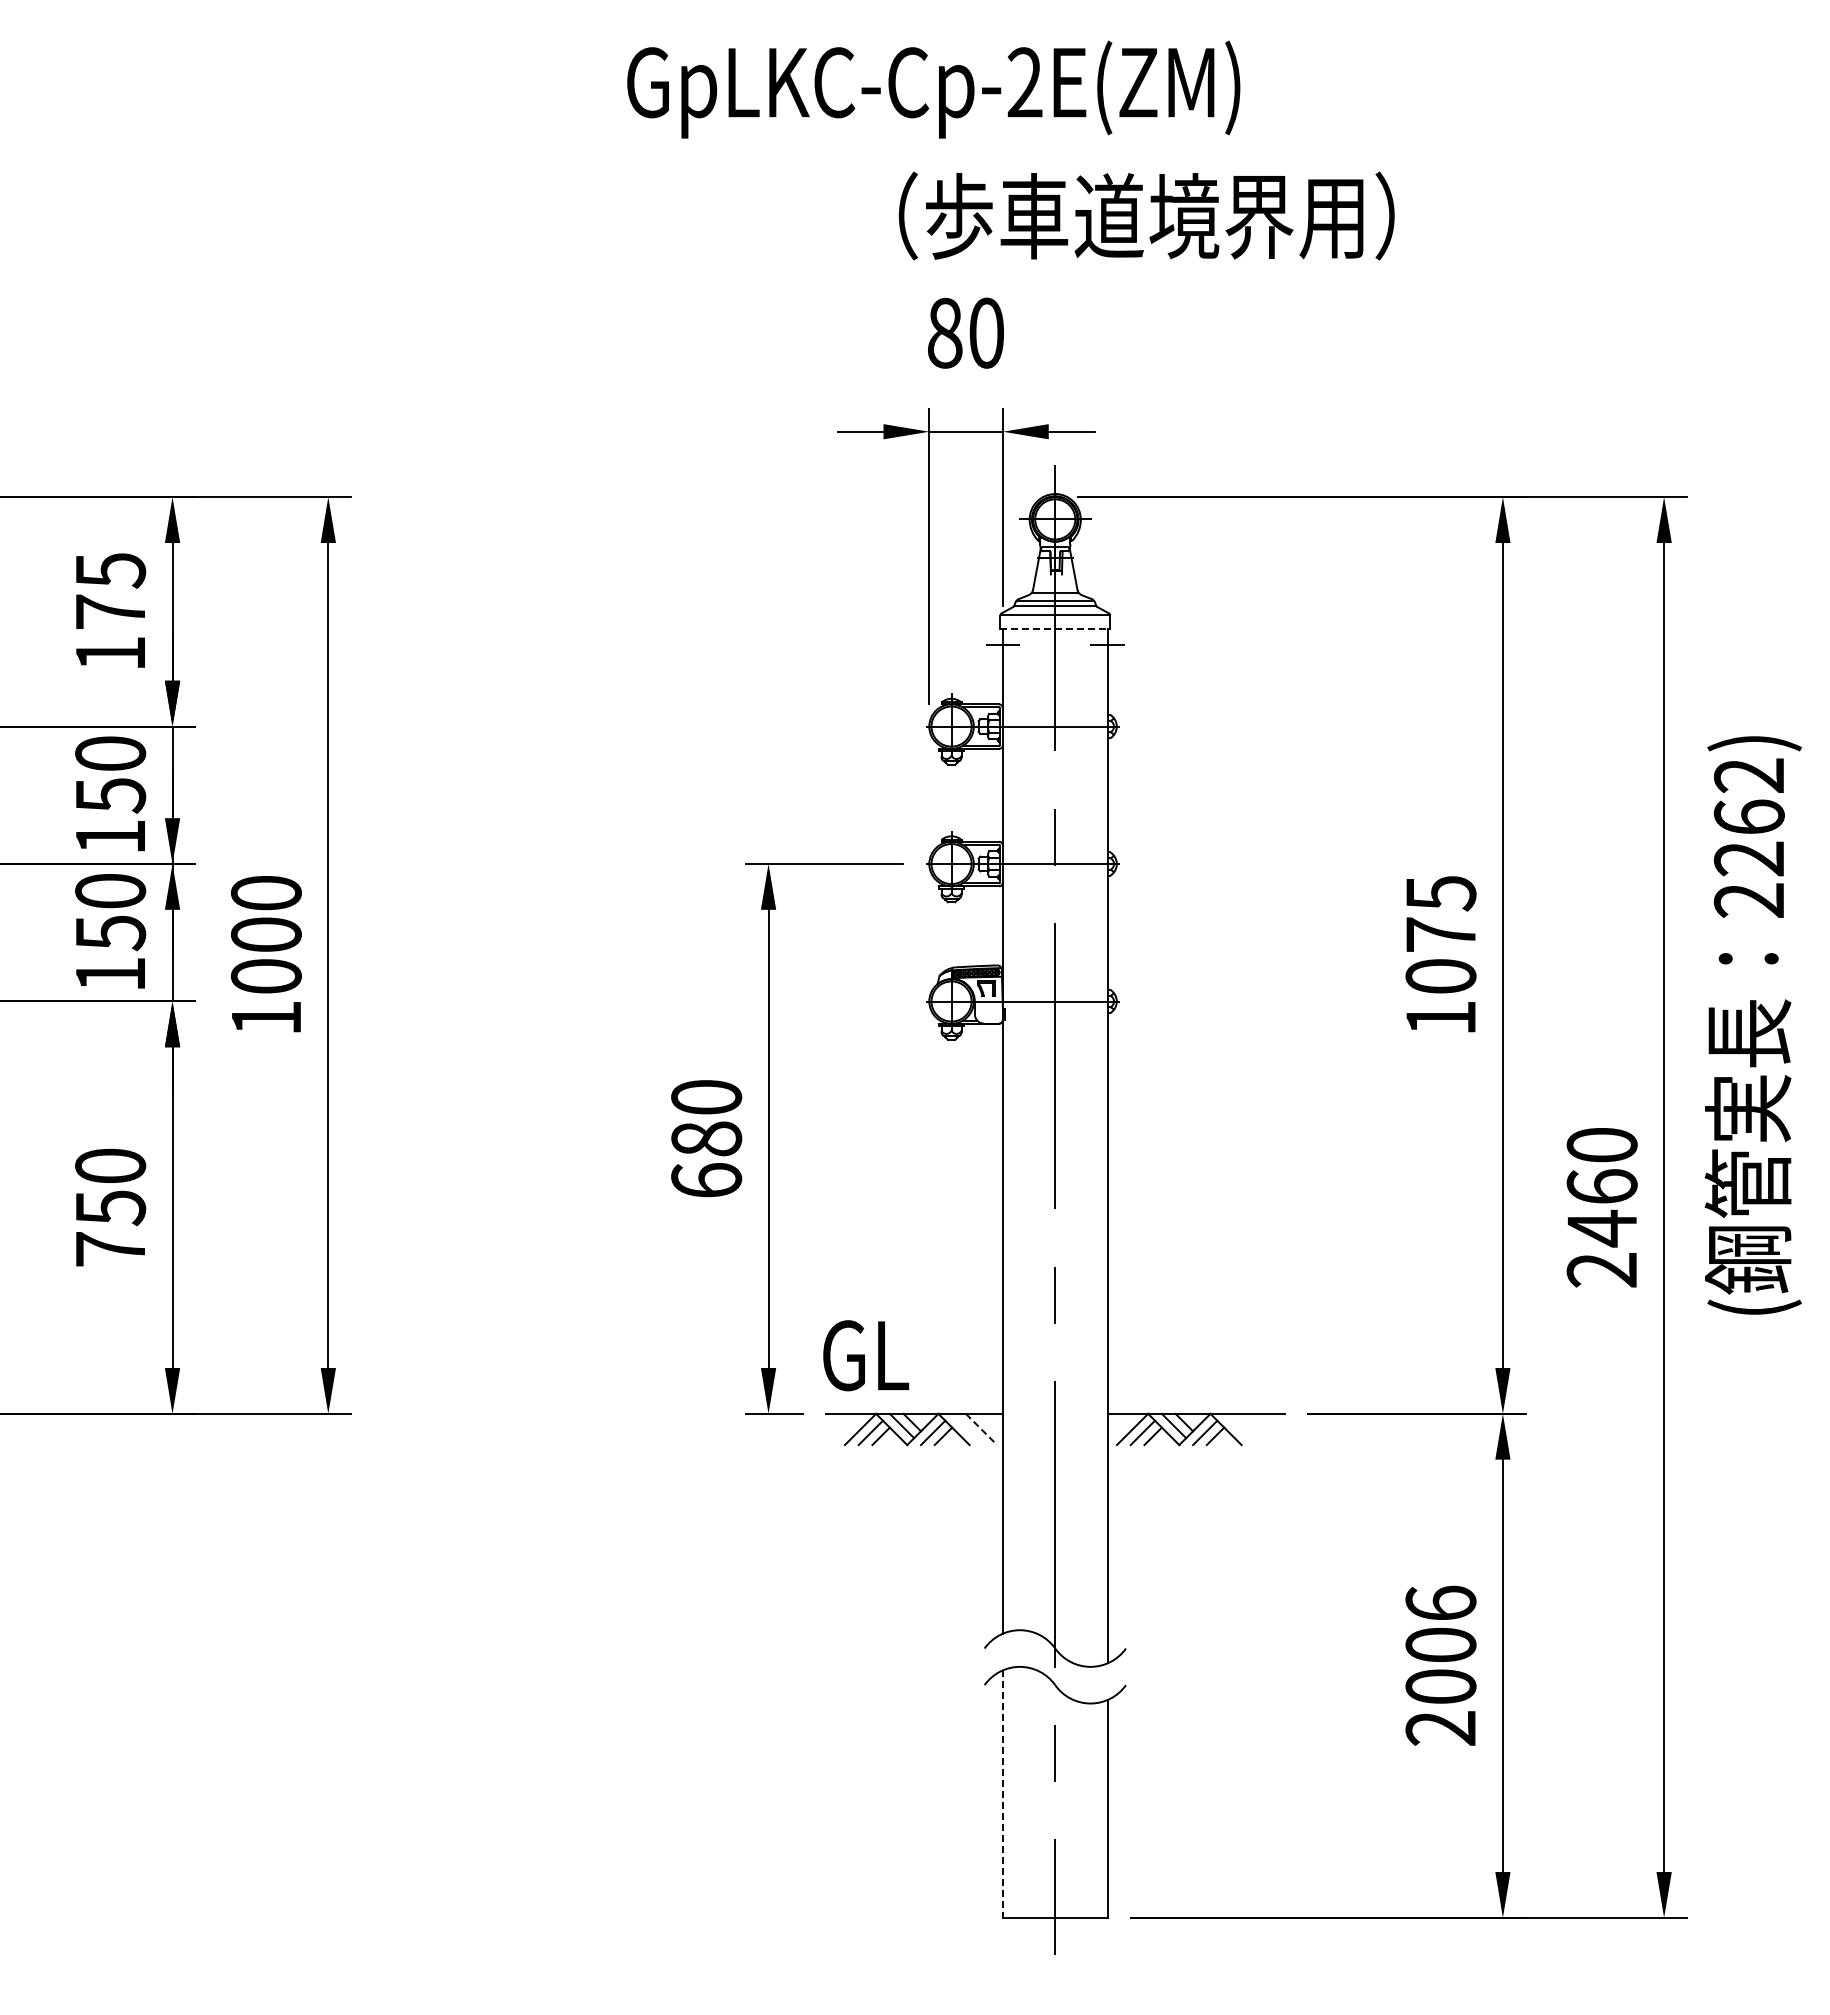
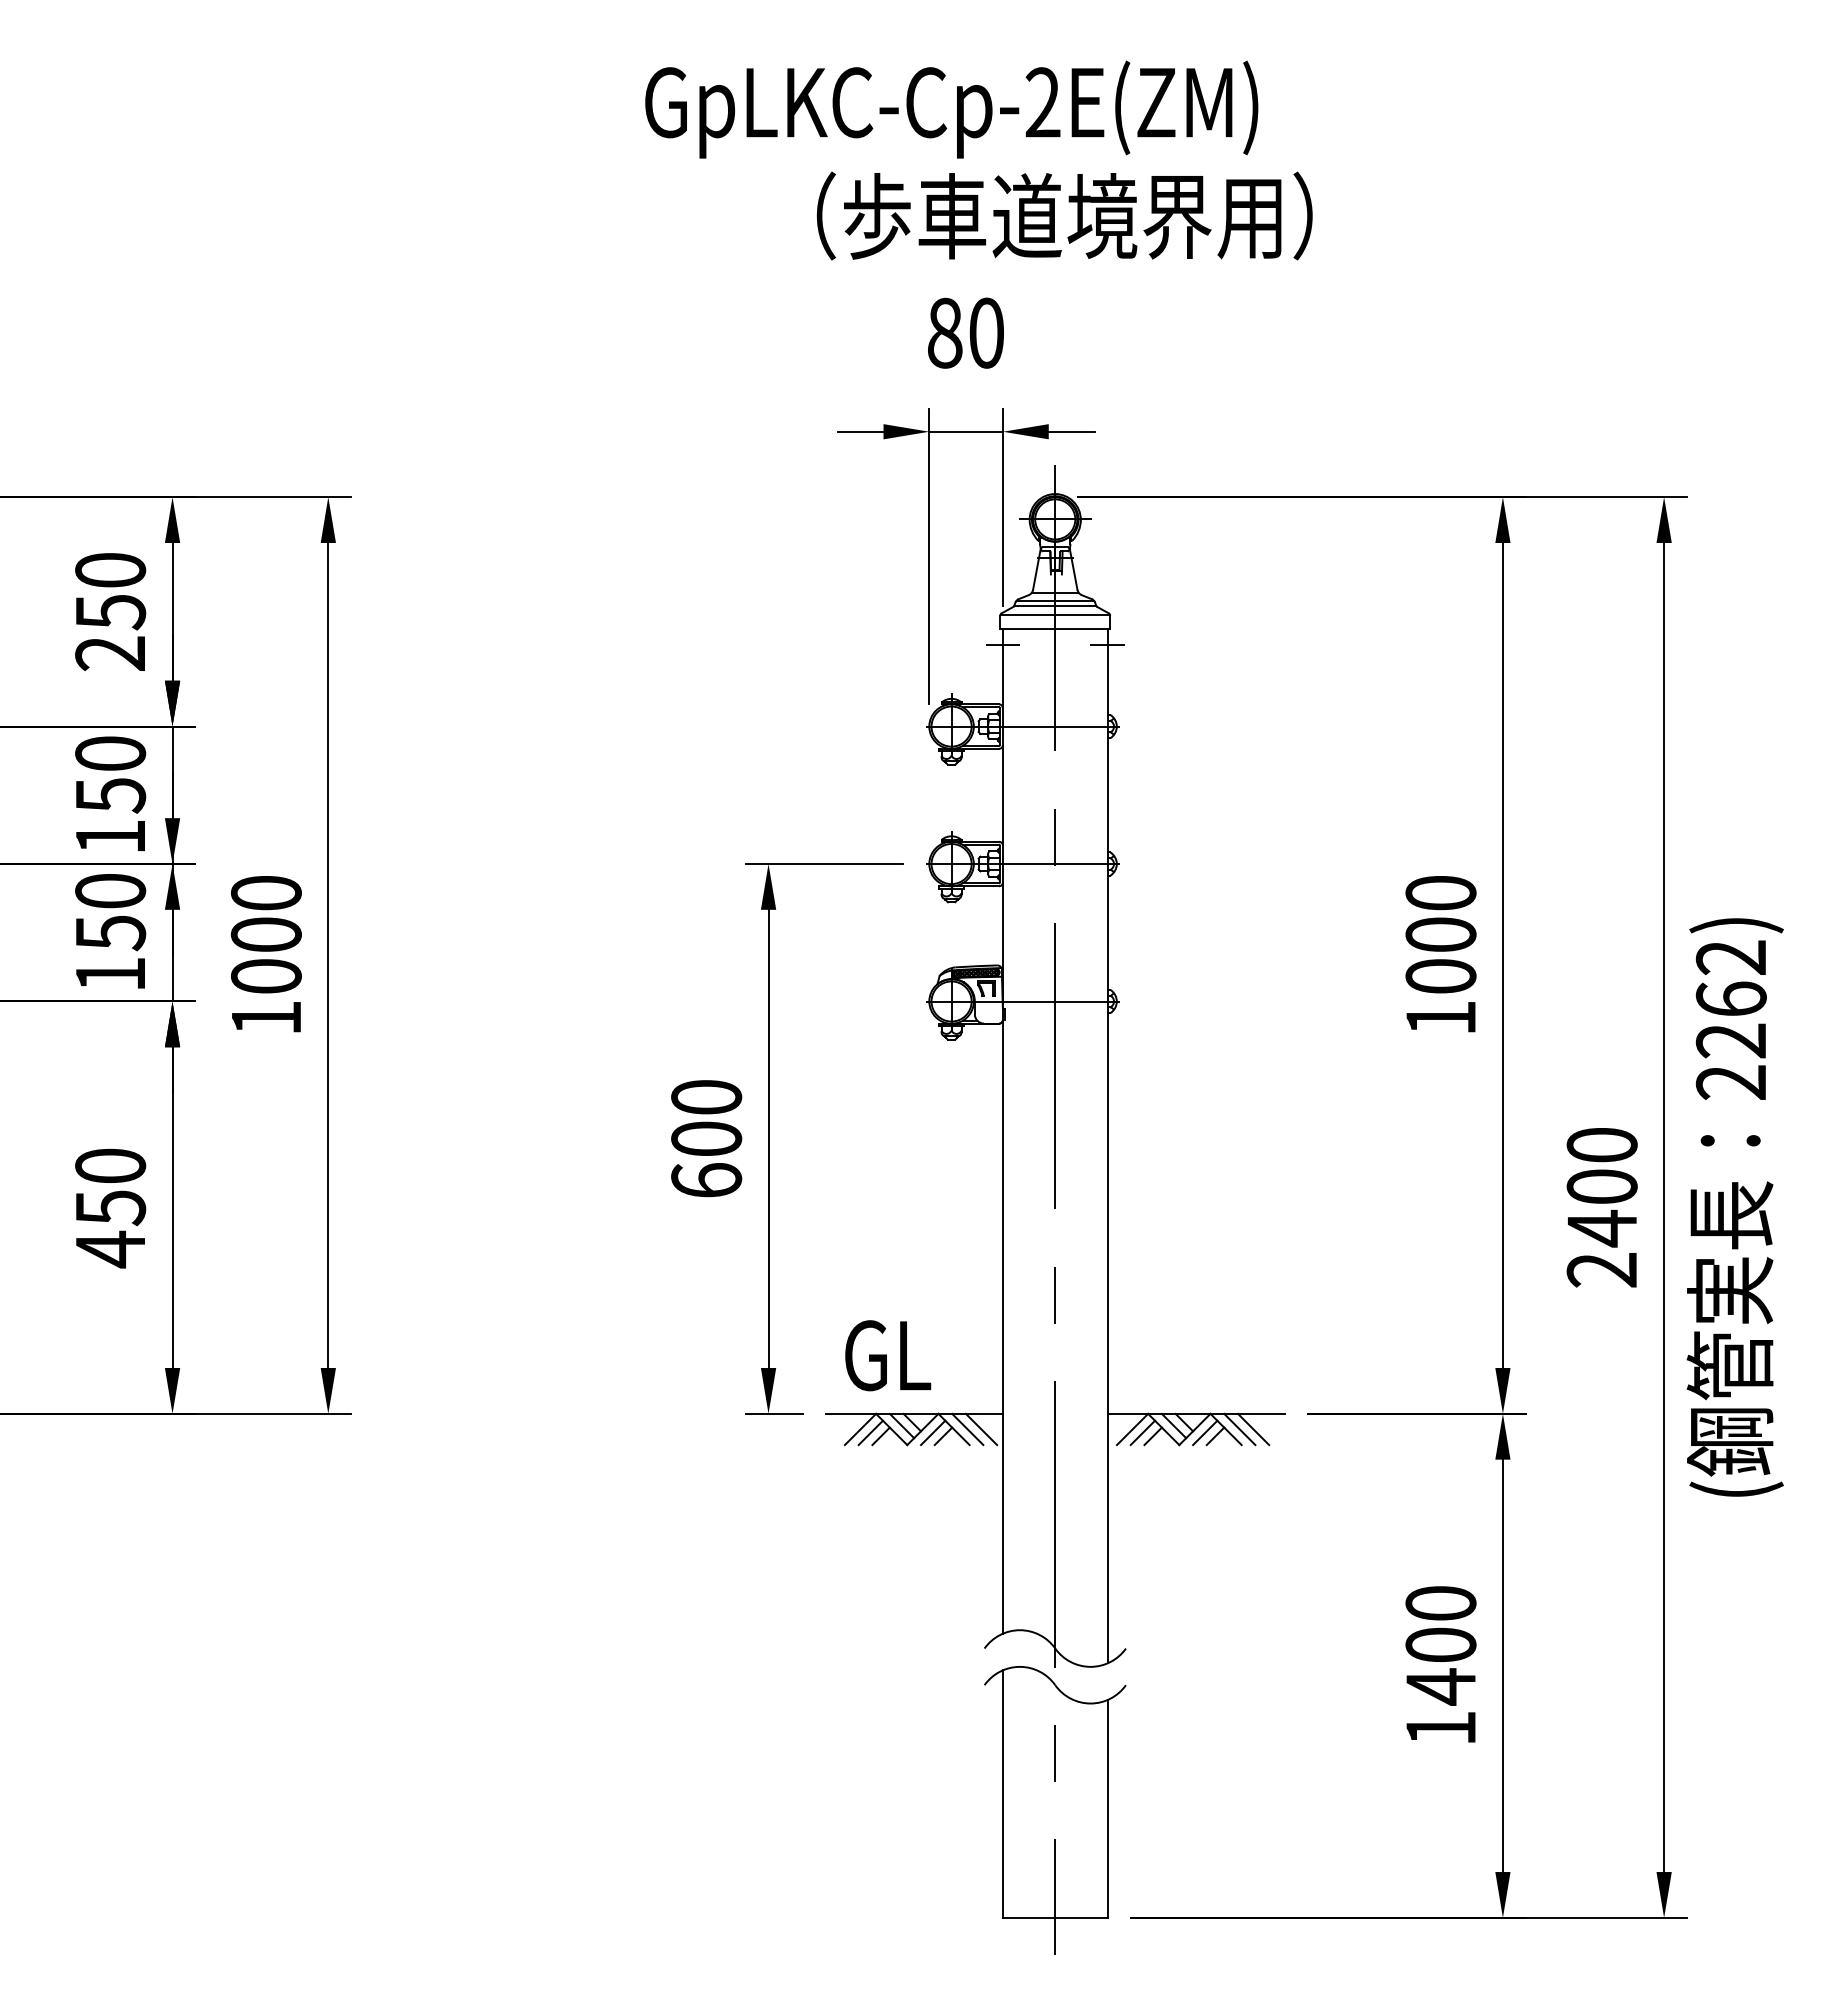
text at (933, 89) position: (933, 89) -> (951, 109)
text at (1146, 215) position: (1146, 215) -> (1064, 215)
text at (110, 612): 175 -> 250
line at (1055, 628): dashed -> solid
text at (1440, 913): 1075 -> 1000
text at (1752, 1025) position: (1752, 1025) -> (1734, 1207)
text at (706, 1138): 680 -> 600
text at (1601, 1186): 2460 -> 2400
text at (110, 1249): 750 -> 450
text at (866, 1355) position: (866, 1355) -> (888, 1355)
line at (967, 1429): none -> present
line at (981, 1429): dashed -> solid
line at (1239, 1429): none -> present
line at (1253, 1429): none -> present
text at (1440, 1665): 2006 -> 1400
line at (1002, 1794): dashed -> solid
